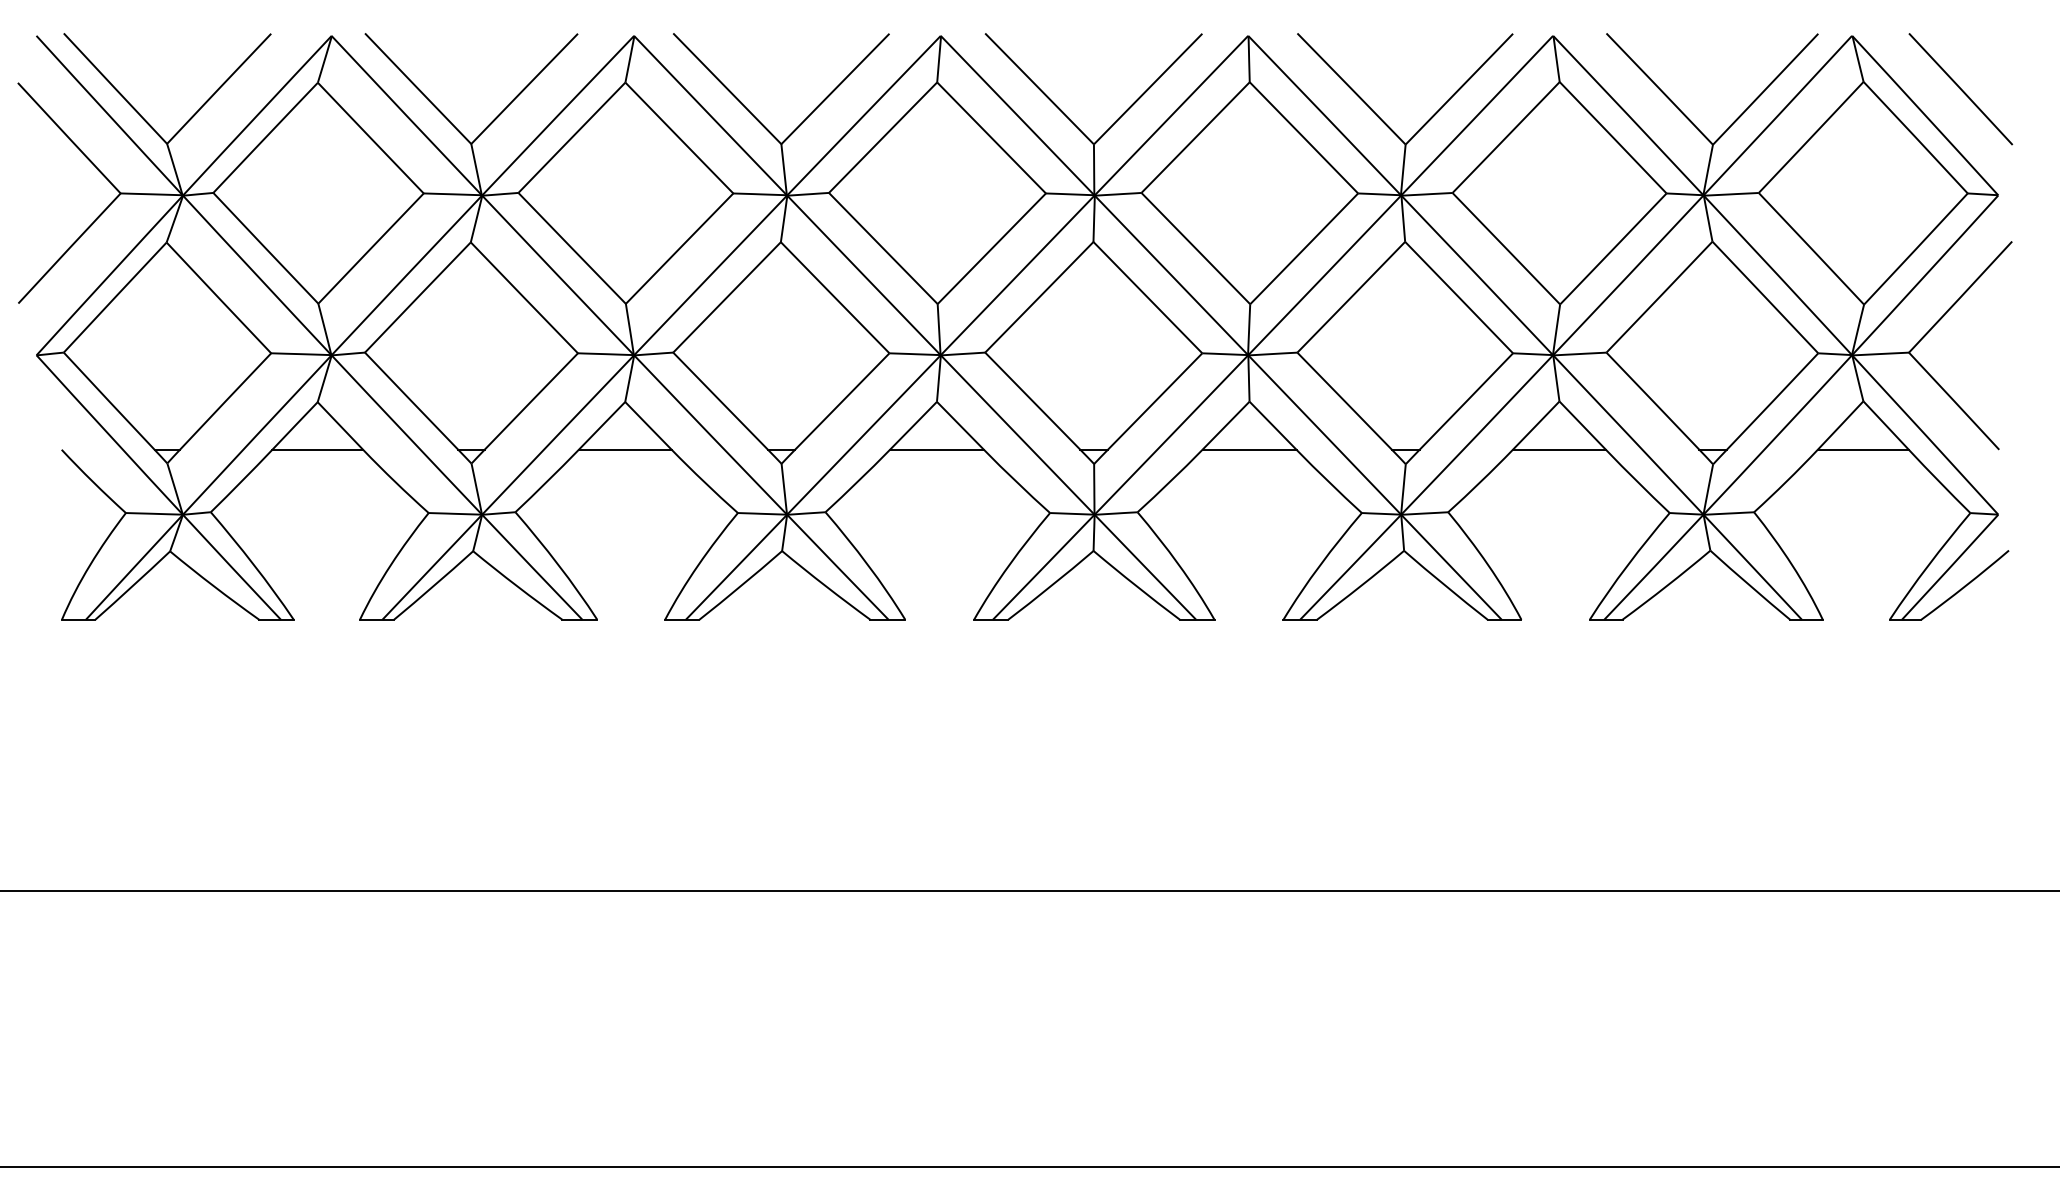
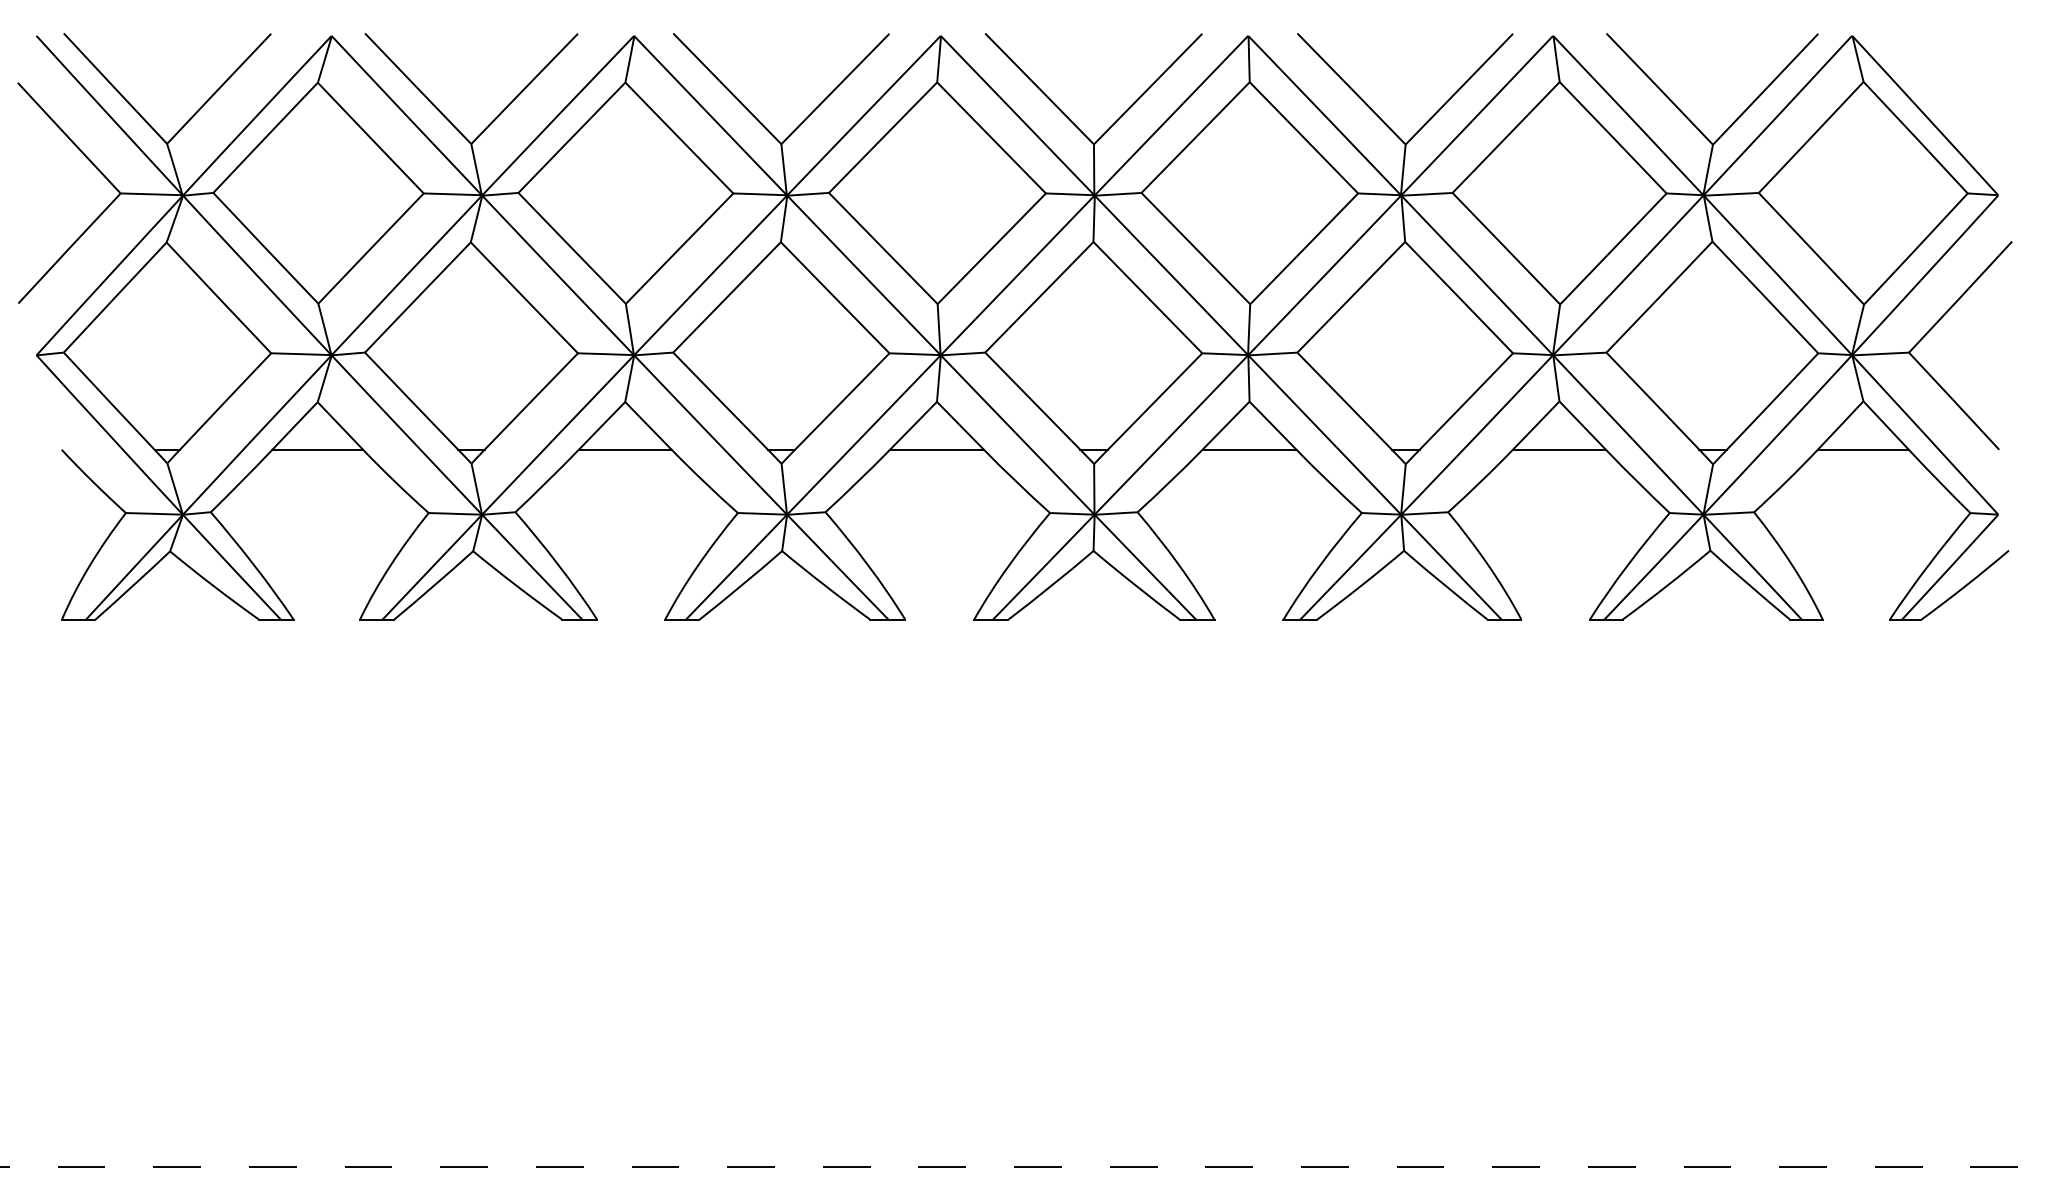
line at (1960, 89): present -> none
line at (1029, 890): present -> none
line at (1029, 1166): solid -> dashed
